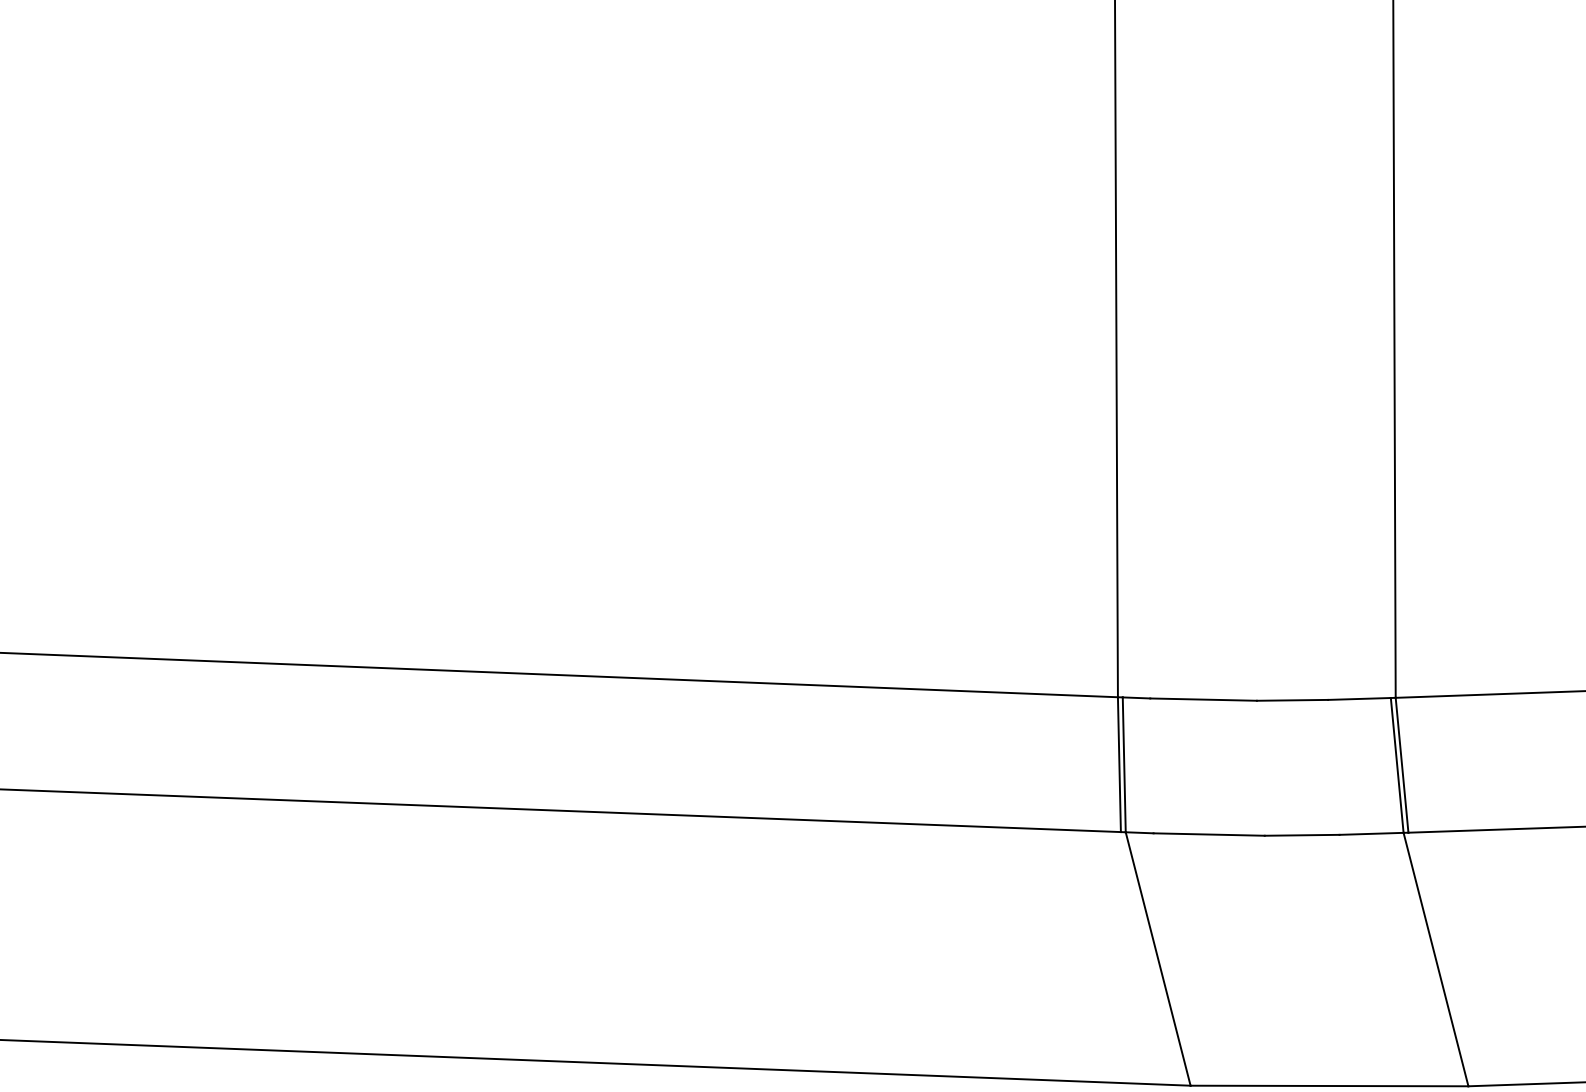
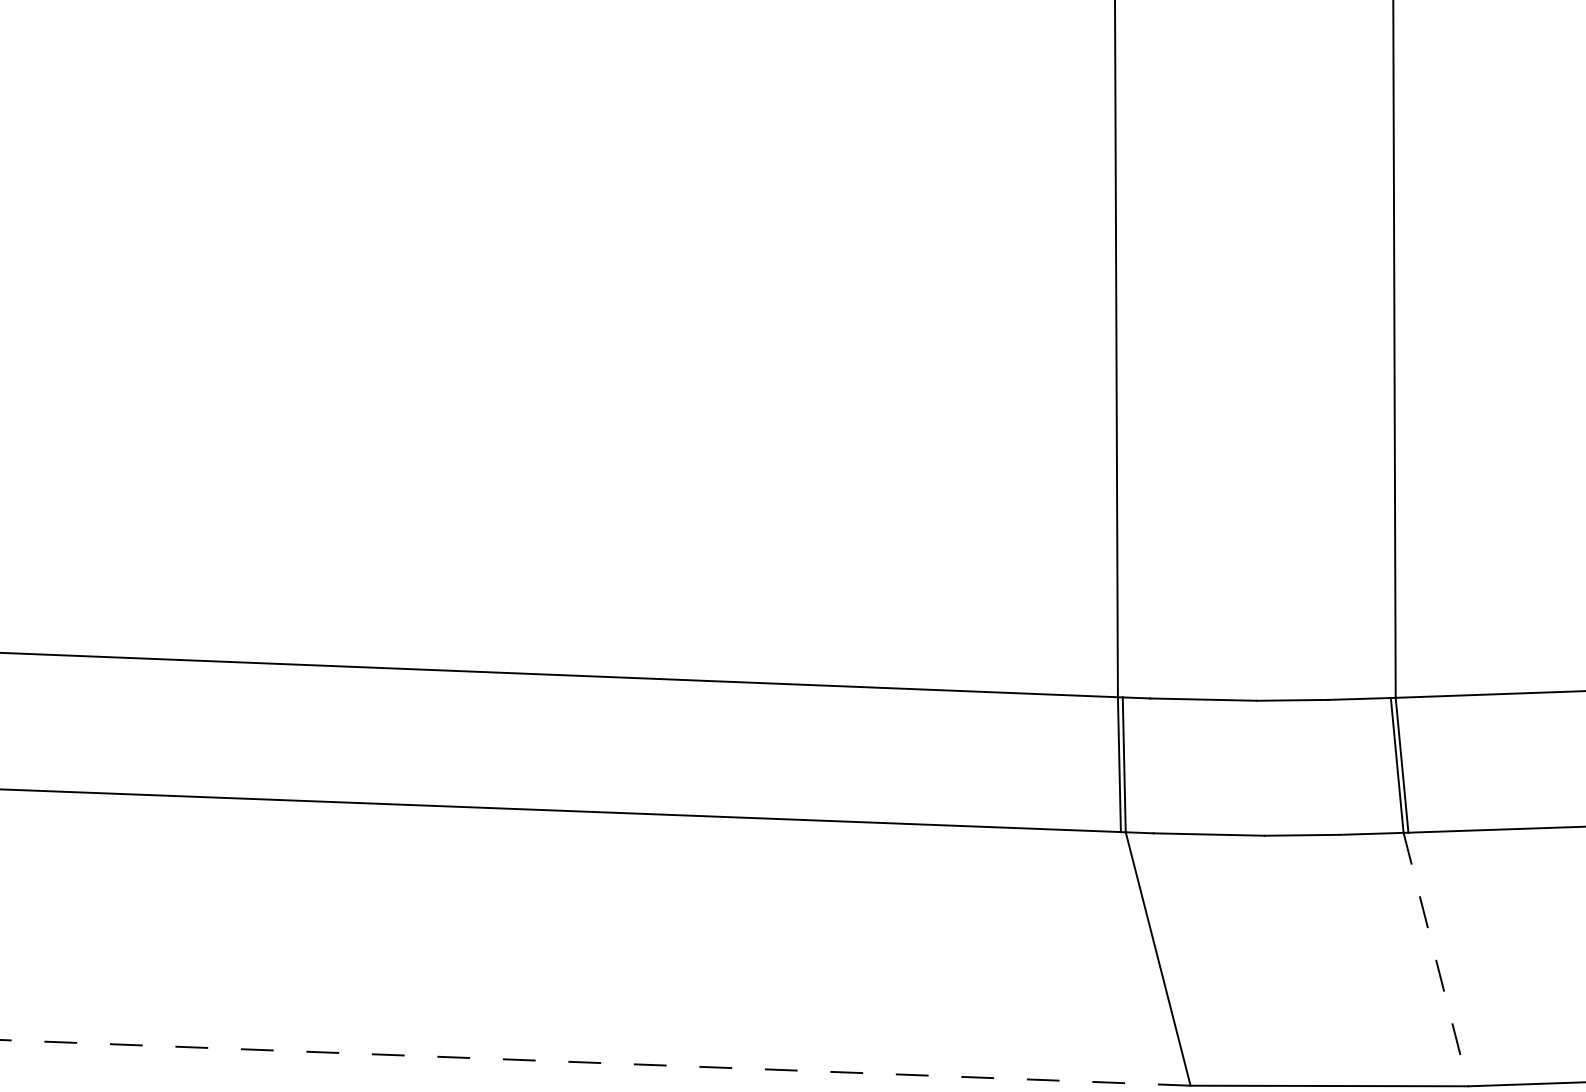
line at (1436, 959): solid -> dashed
line at (595, 1062): solid -> dashed
